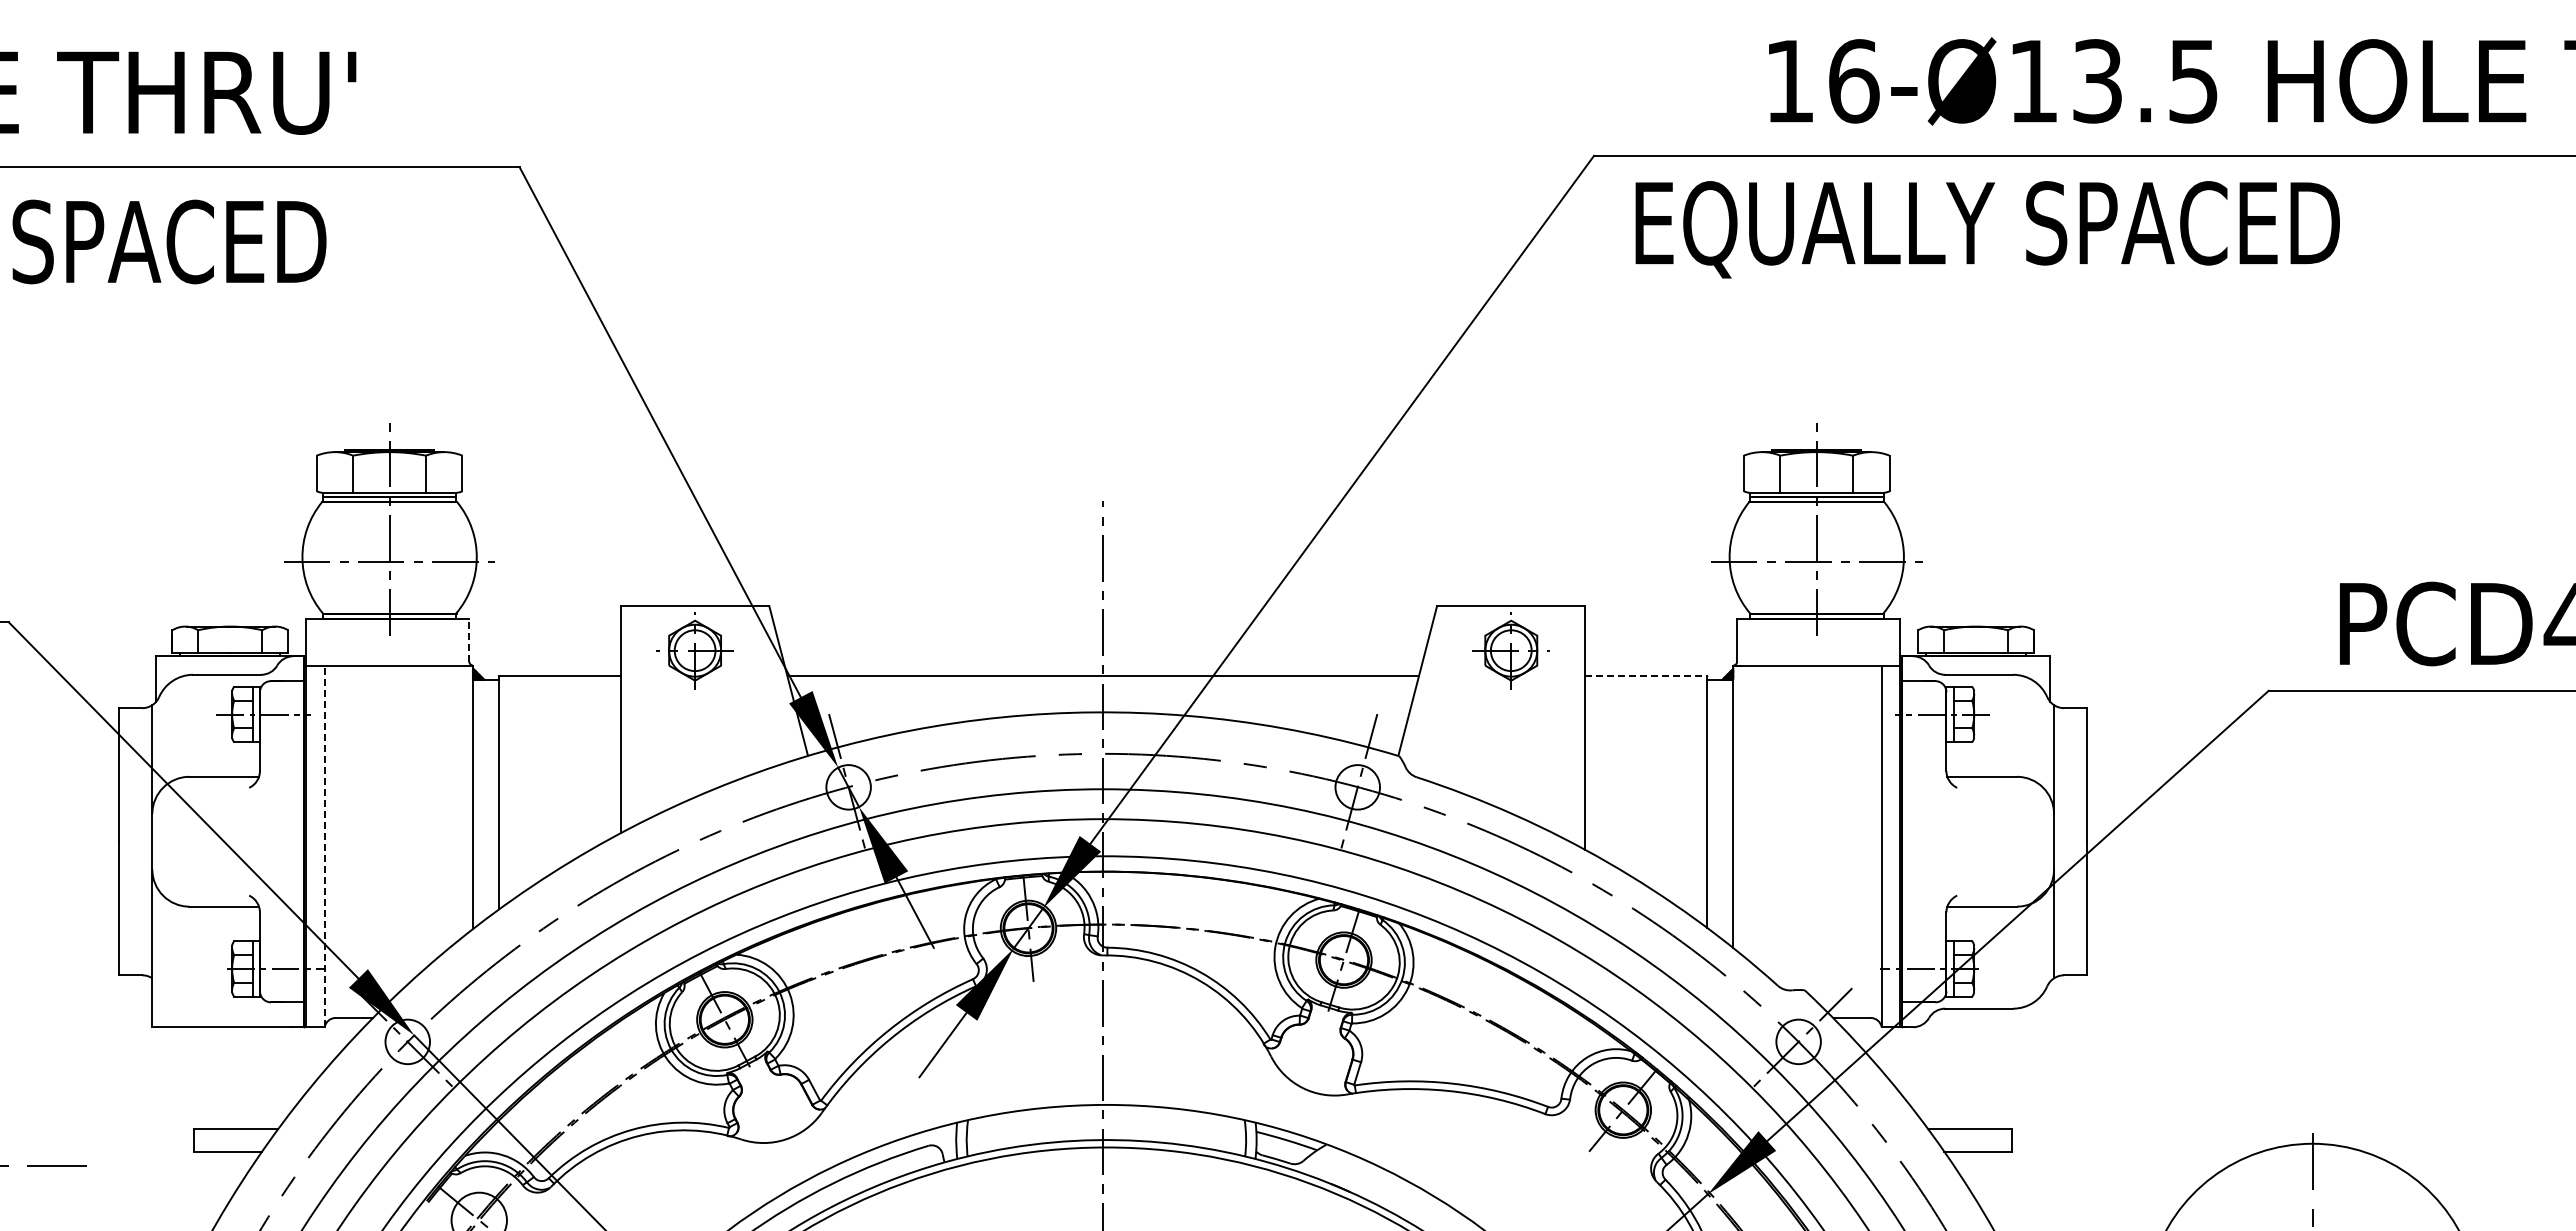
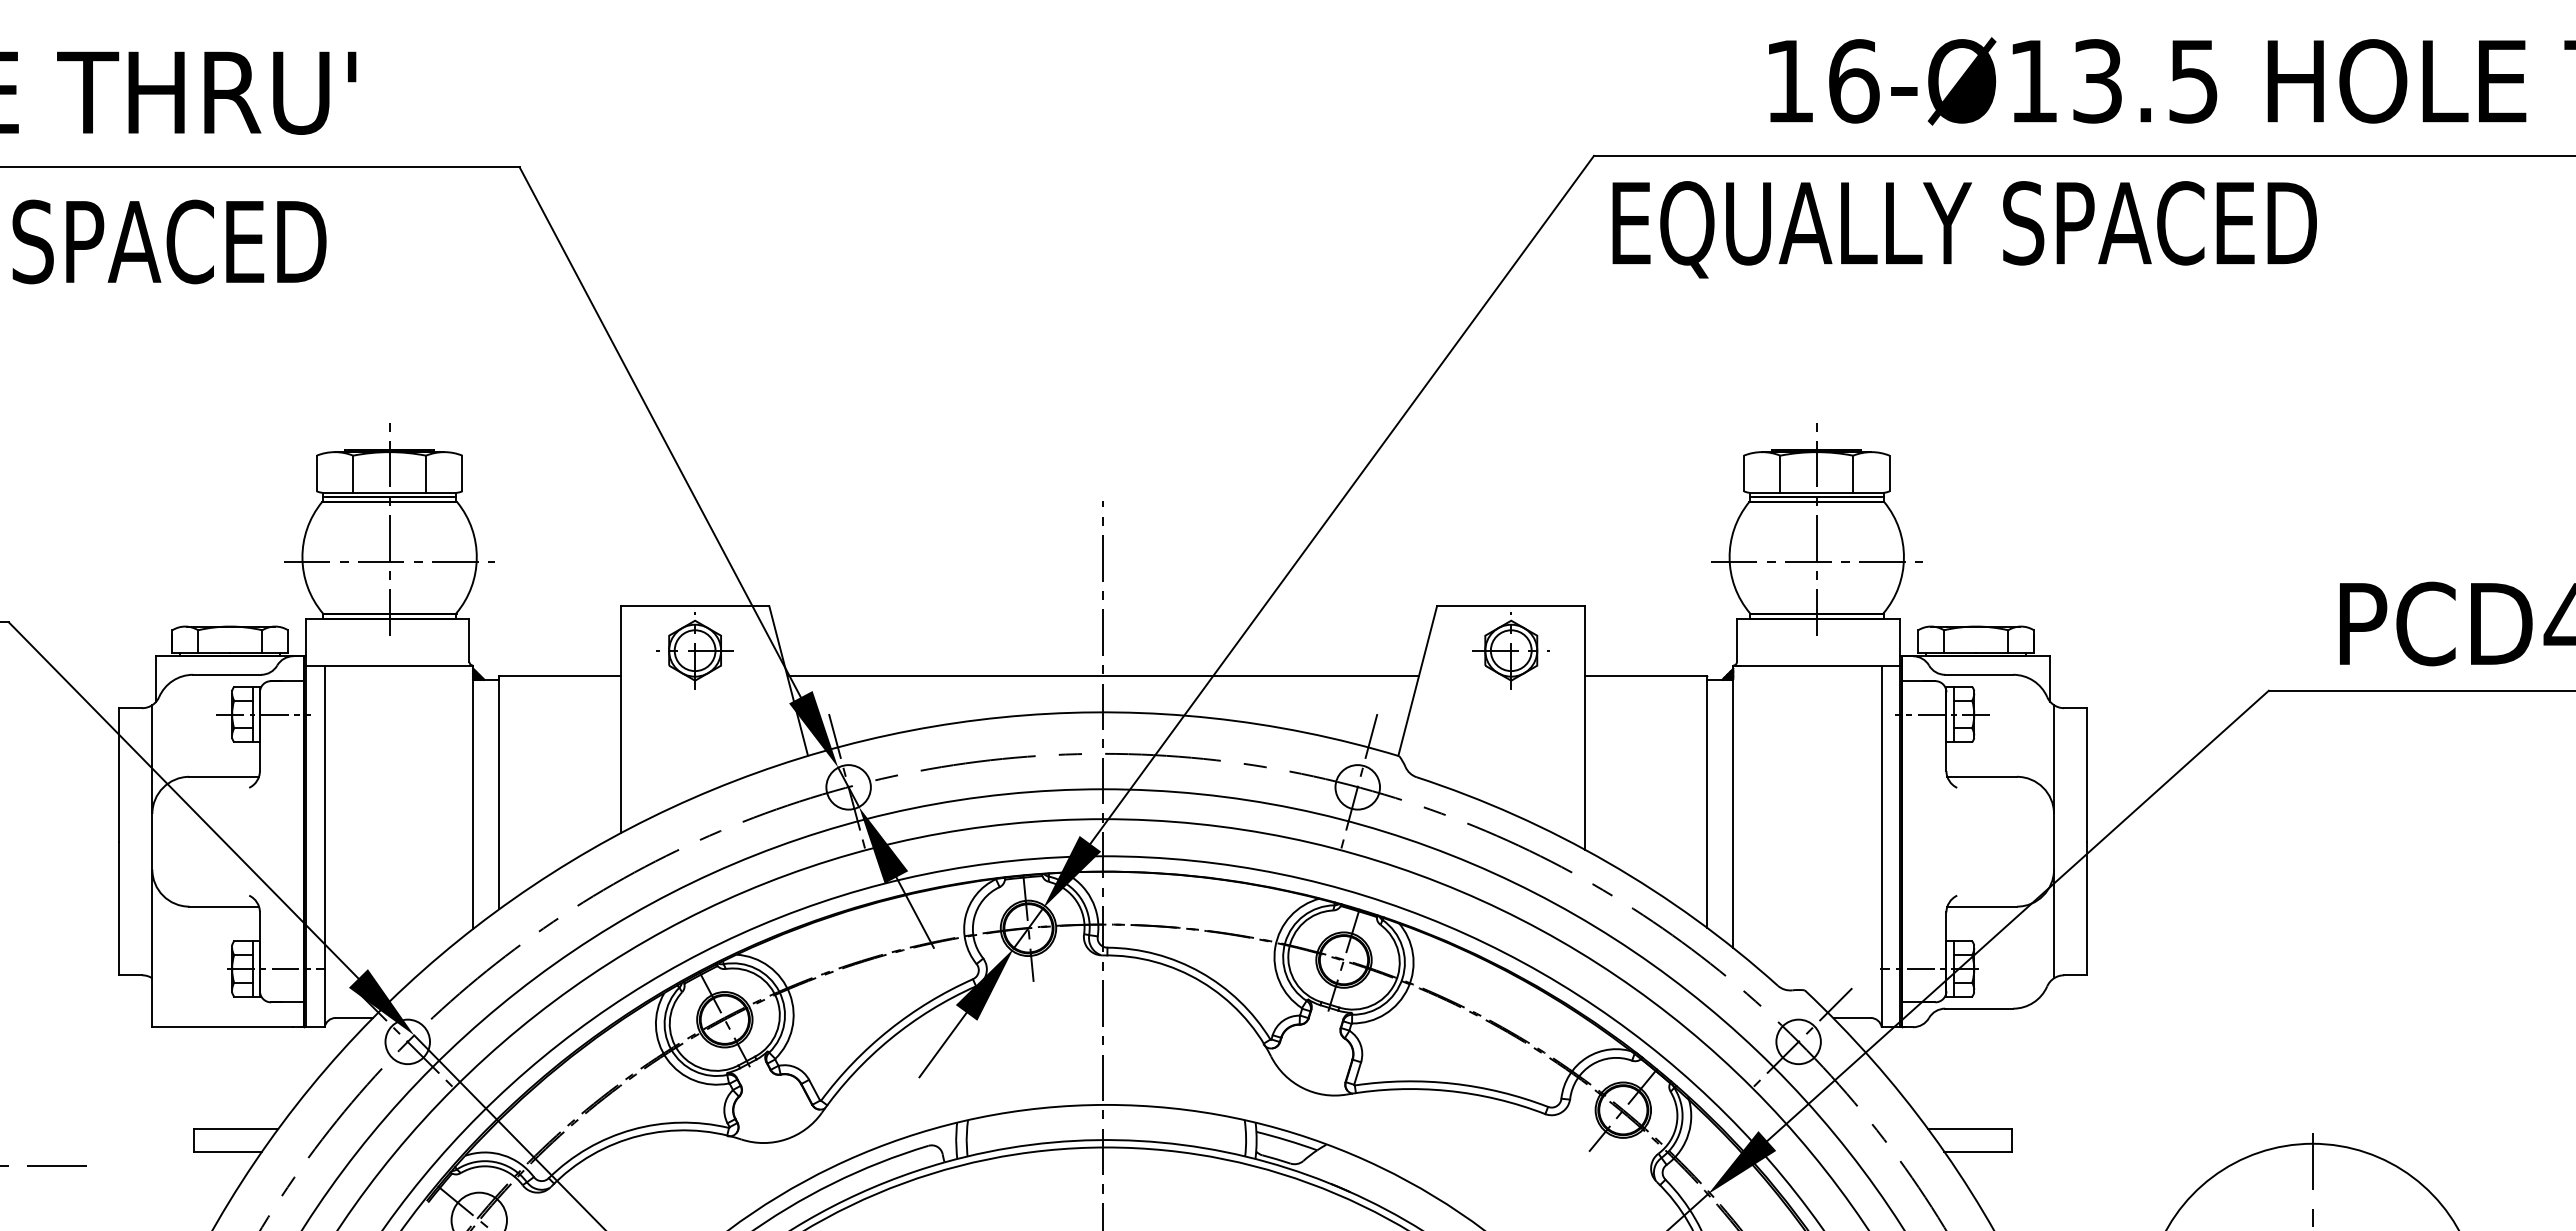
text at (1987, 229) position: (1987, 229) -> (1964, 229)
line at (469, 639): dashed -> solid
line at (1646, 676): dashed -> solid
line at (324, 846): dashed -> solid
